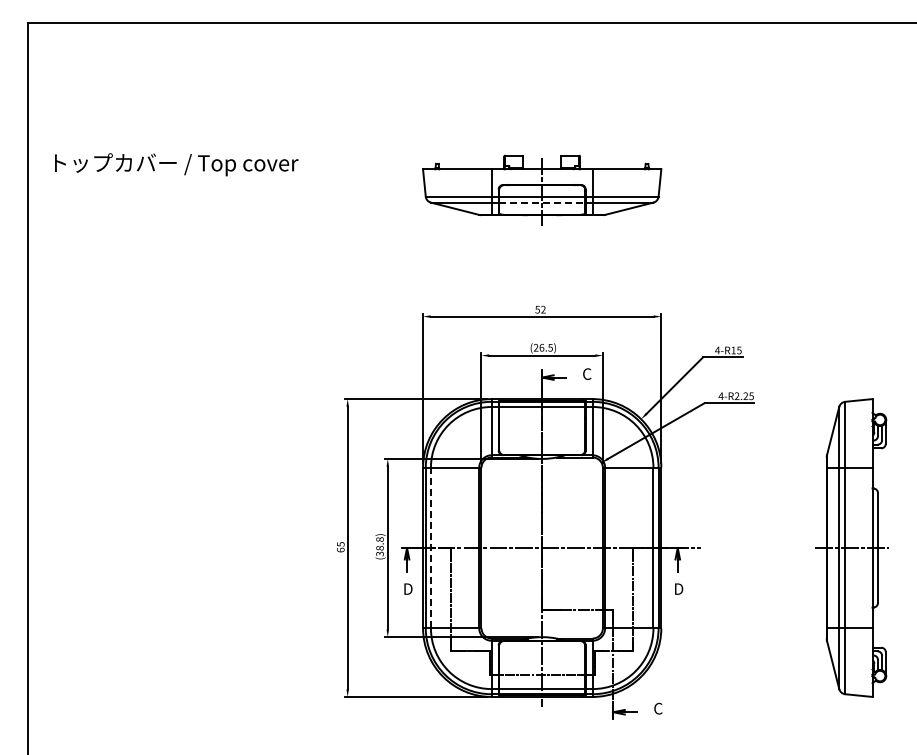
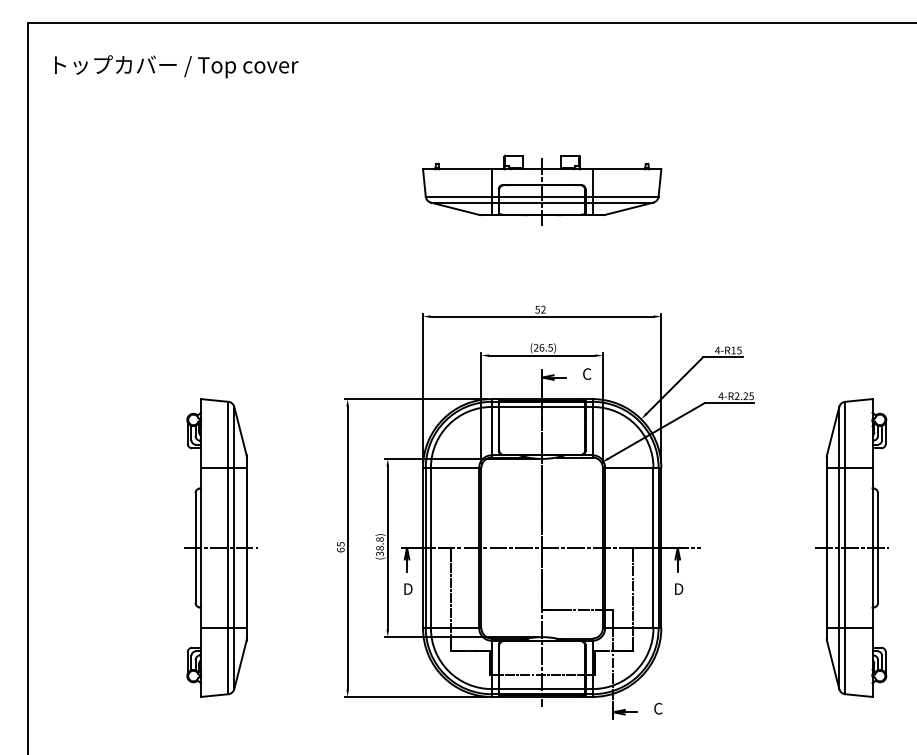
text at (176, 164) position: (176, 164) -> (176, 66)
line at (542, 202): dashed -> solid
part at (220, 547): none -> present
line at (430, 547): dashed -> solid
